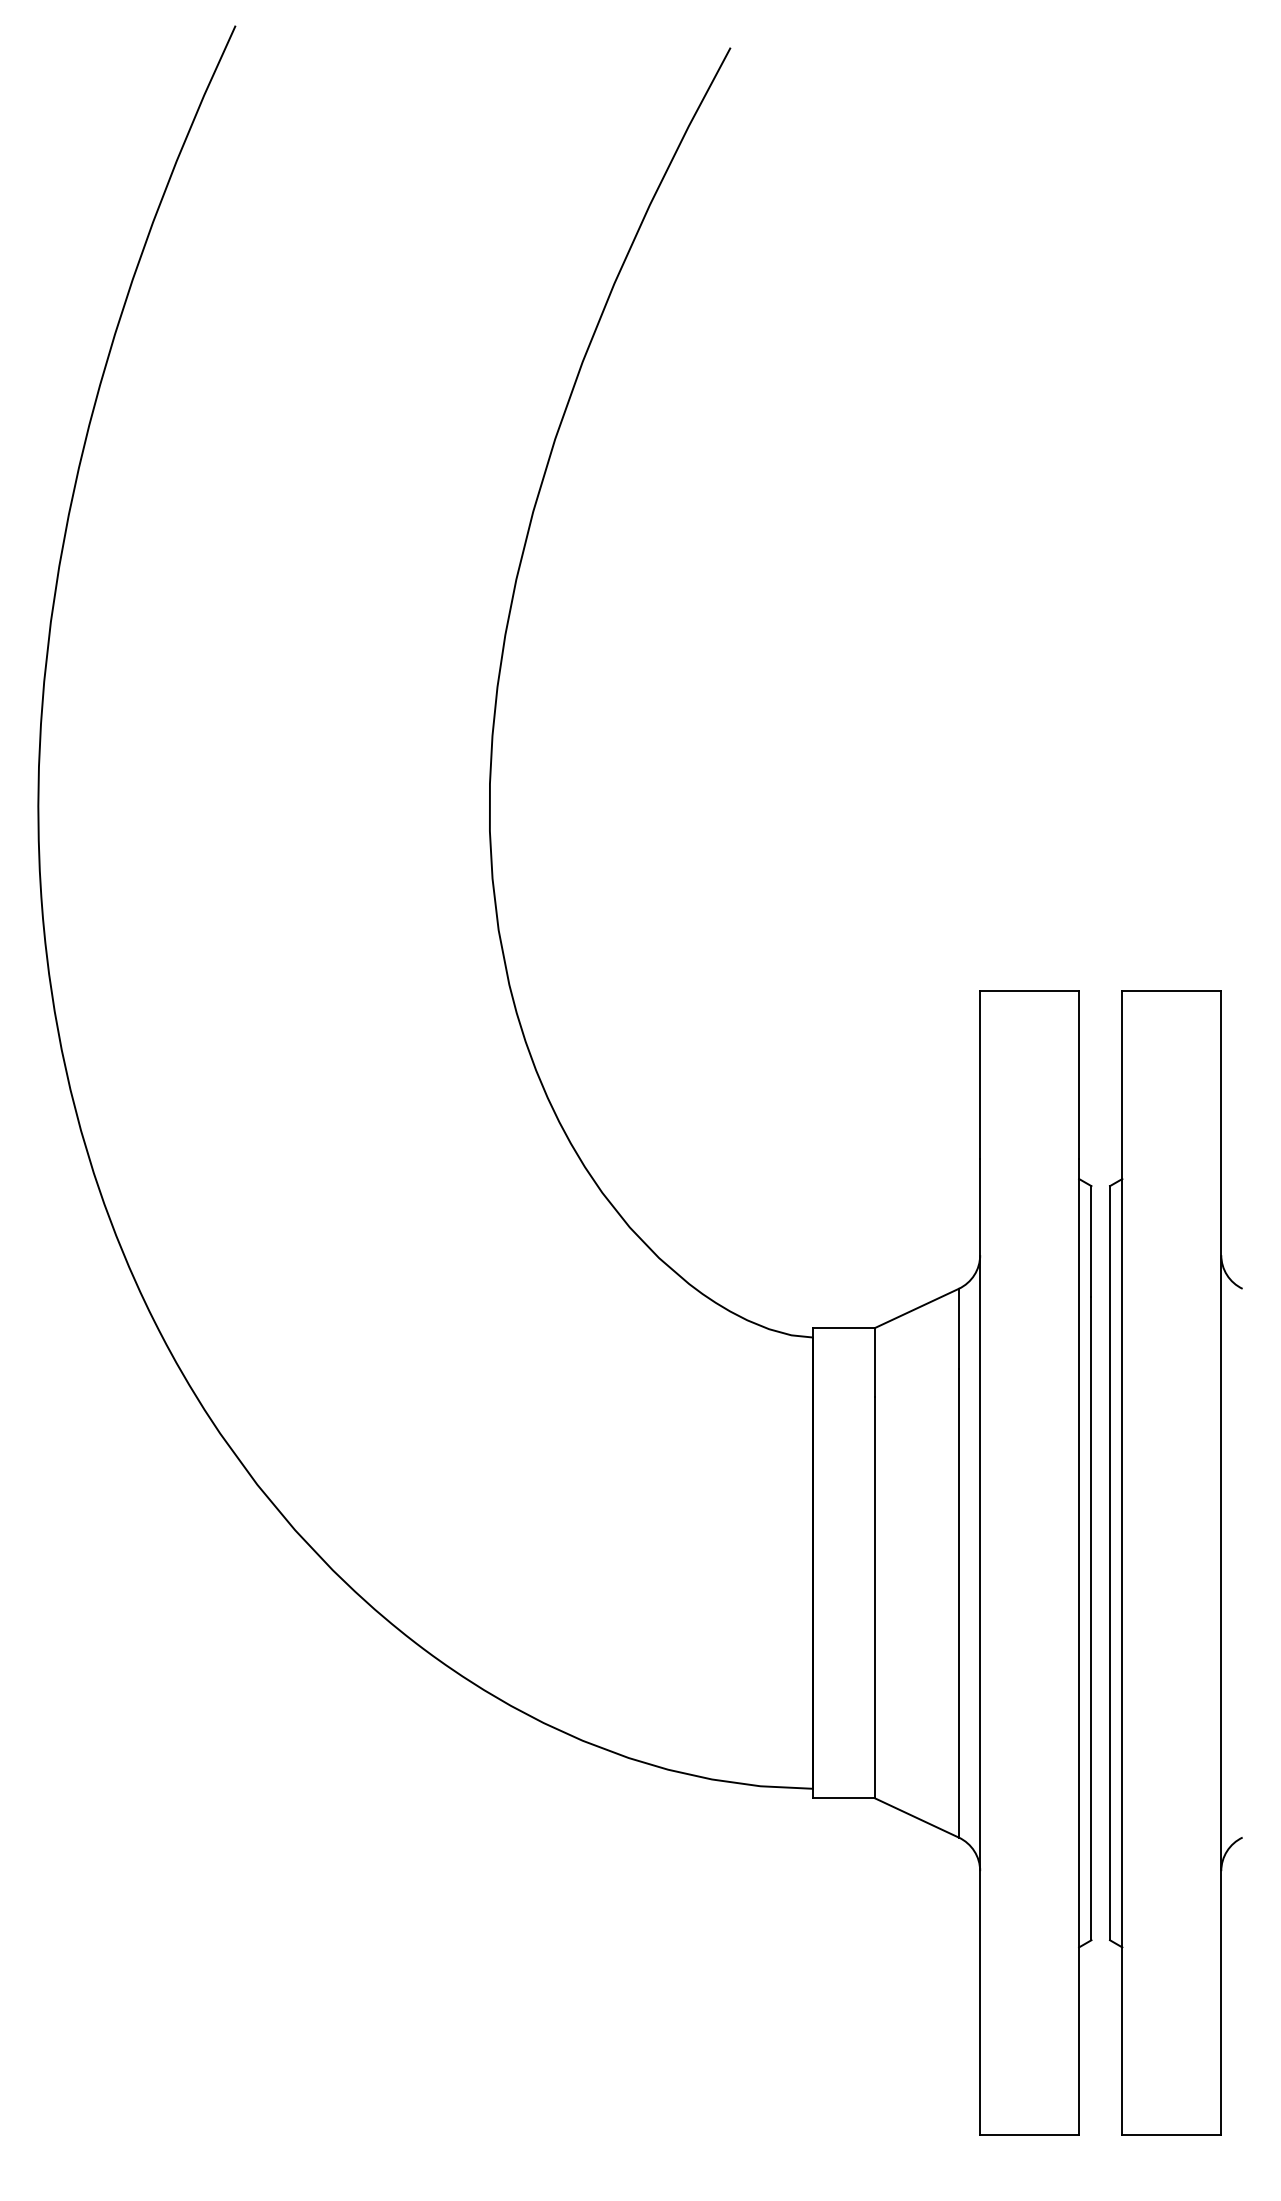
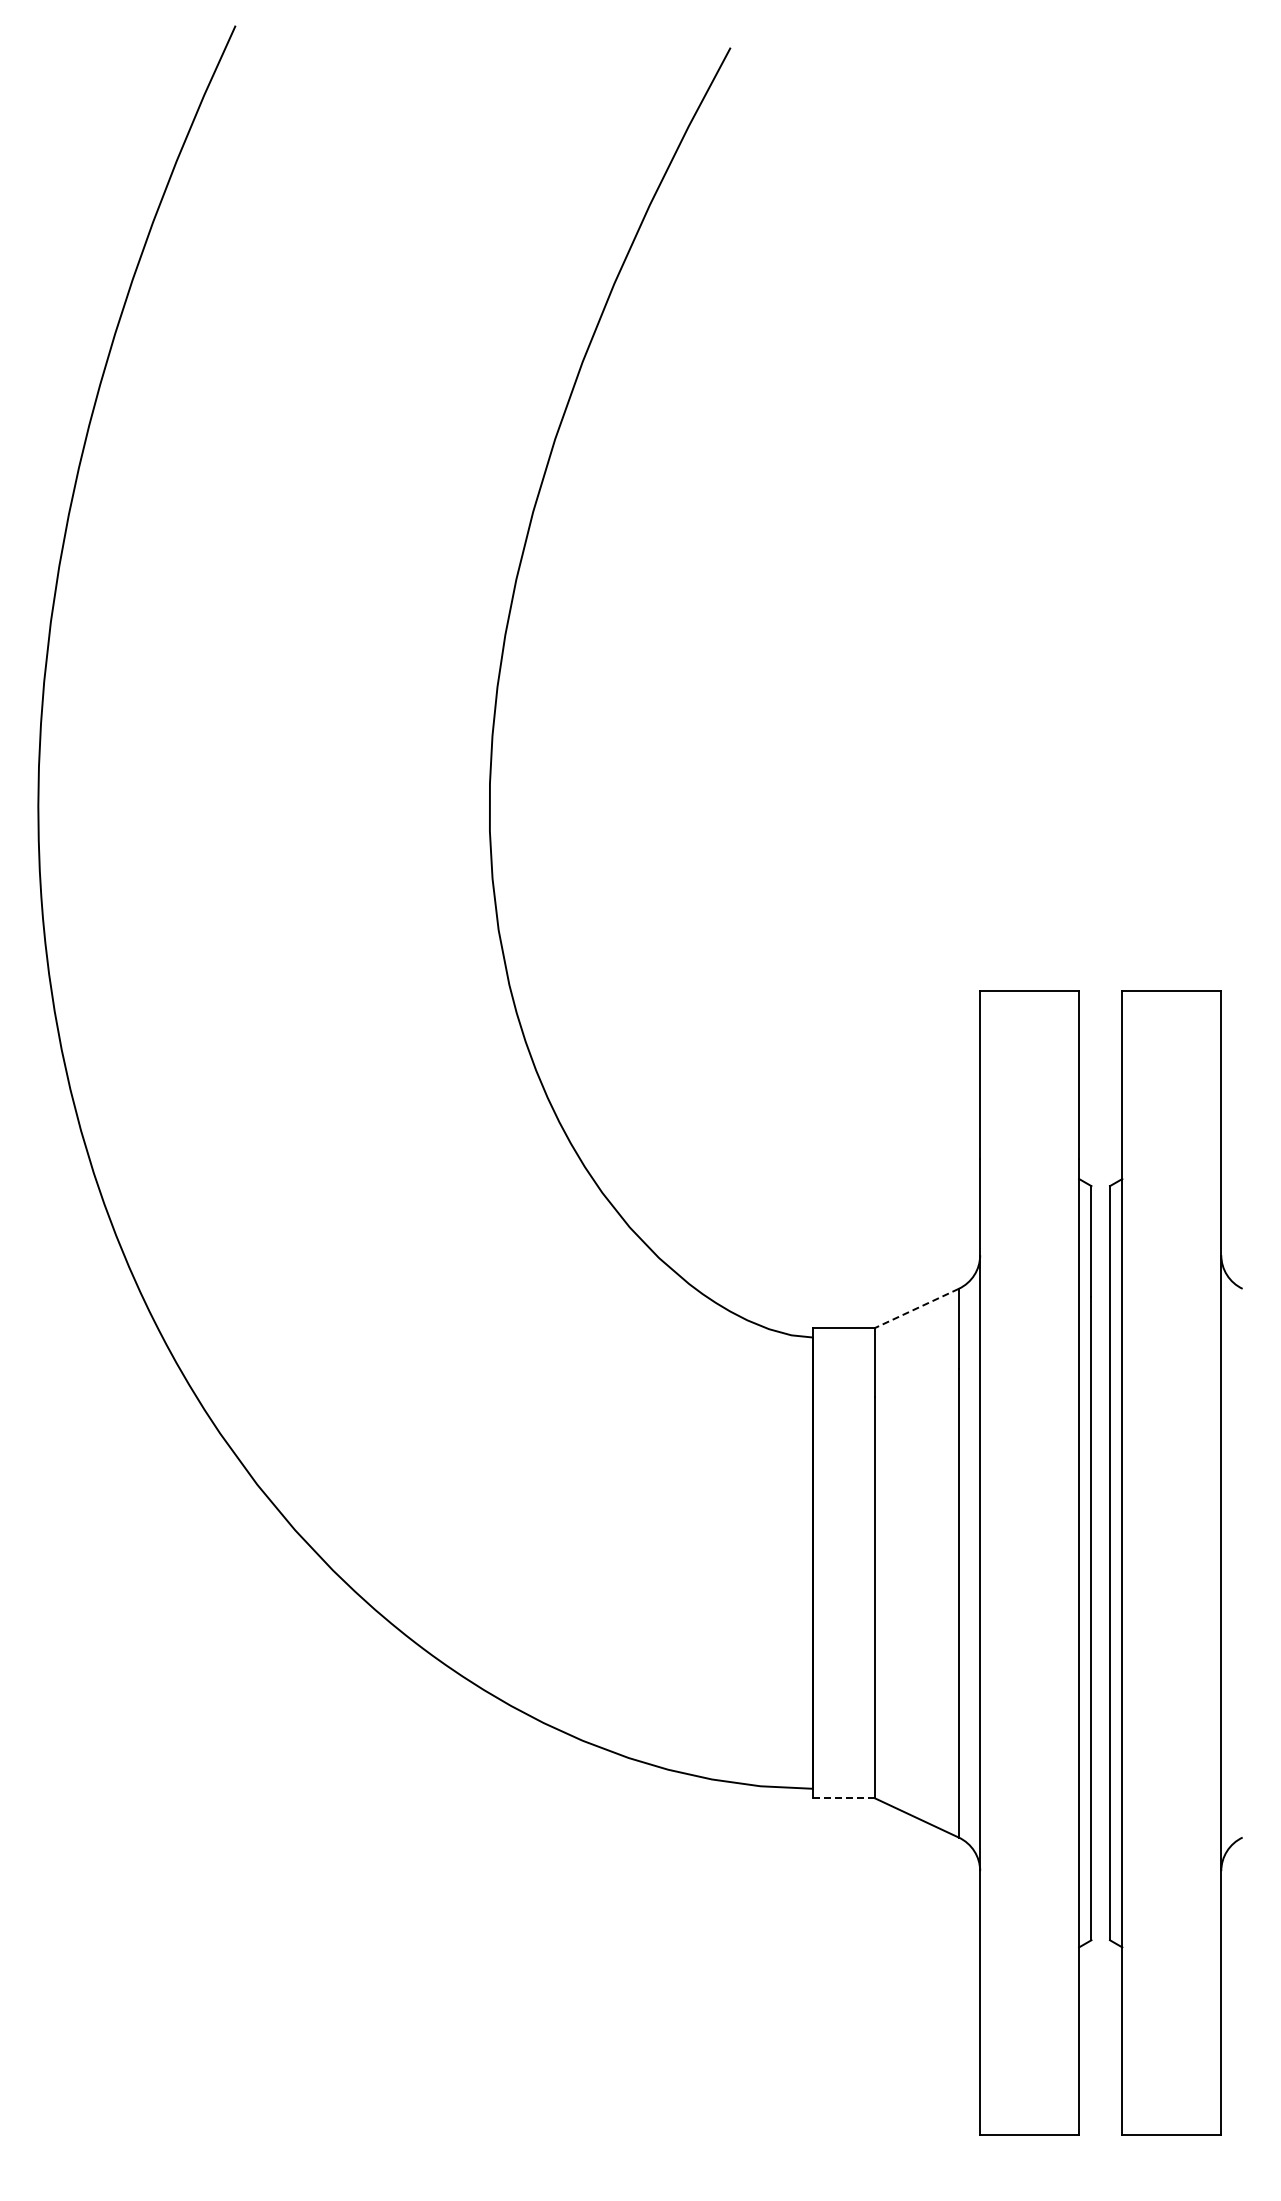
line at (916, 1308): solid -> dashed
line at (844, 1798): solid -> dashed
